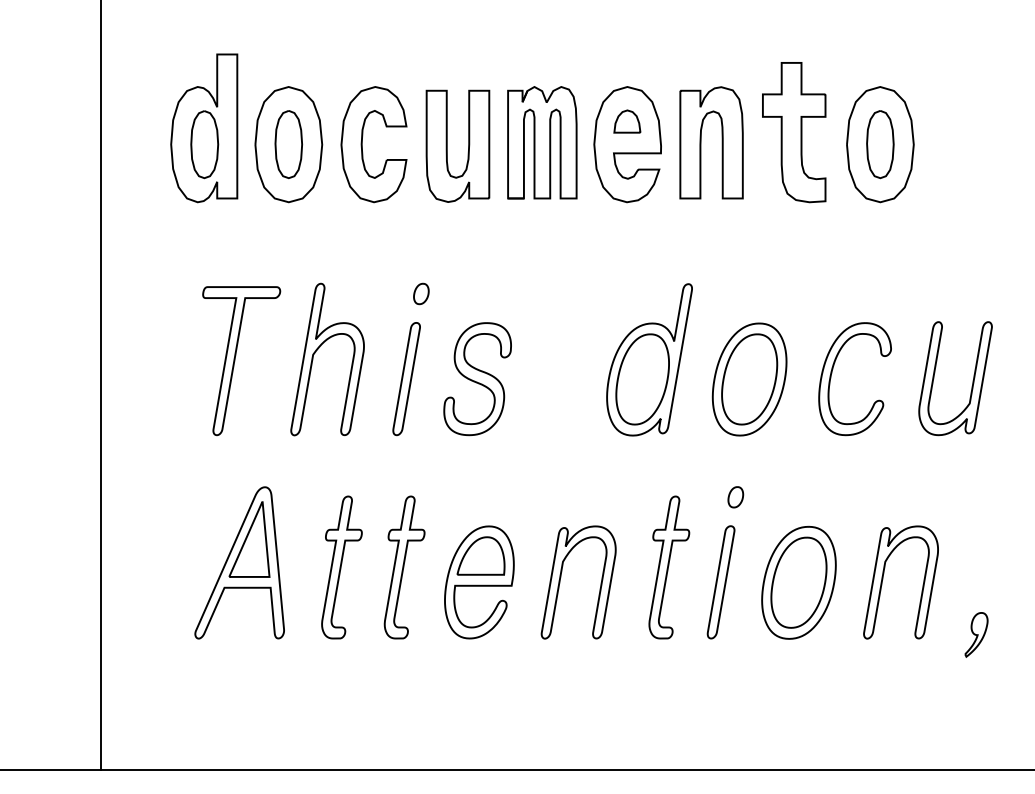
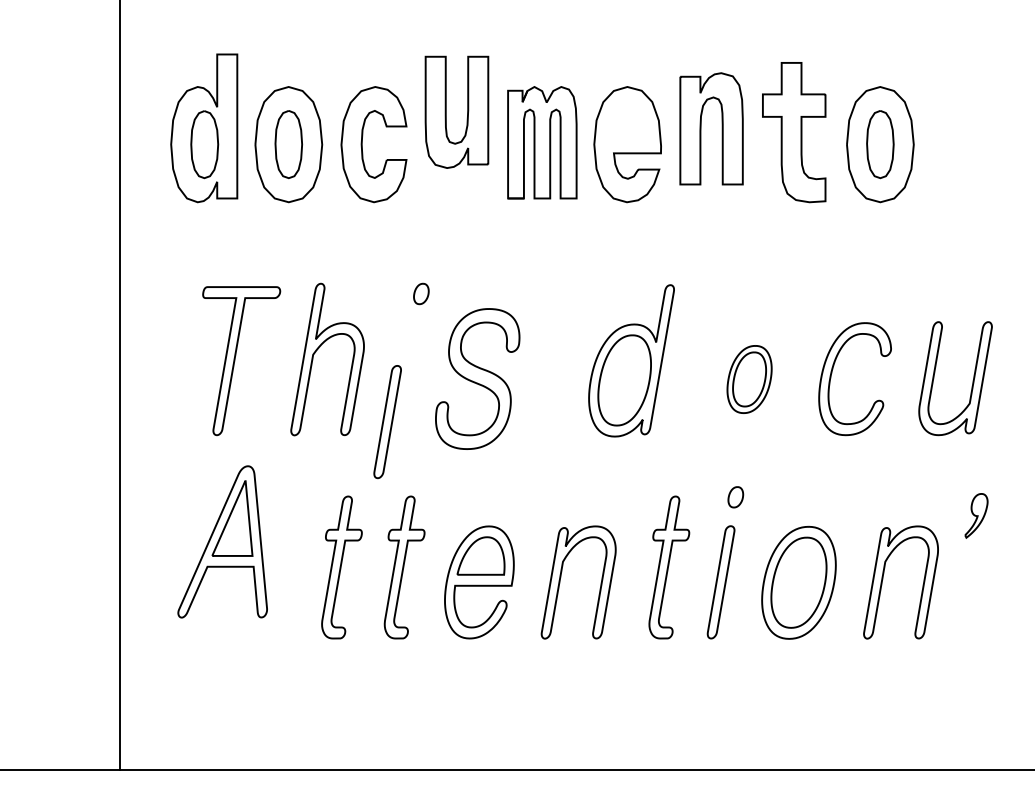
part at (627, 121): present -> none
part at (701, 142) position: (701, 142) -> (701, 128)
part at (447, 145) position: (447, 145) -> (446, 111)
part at (649, 359) position: (649, 359) -> (631, 360)
part at (406, 379) position: (406, 379) -> (387, 422)
part at (477, 379) size: 69x115 px -> 86x142 px
part at (749, 379) size: 77x115 px -> 47x69 px
line at (101, 385) position: (101, 385) -> (120, 385)
part at (239, 562) position: (239, 562) -> (222, 541)
part at (976, 634) position: (976, 634) -> (976, 515)
